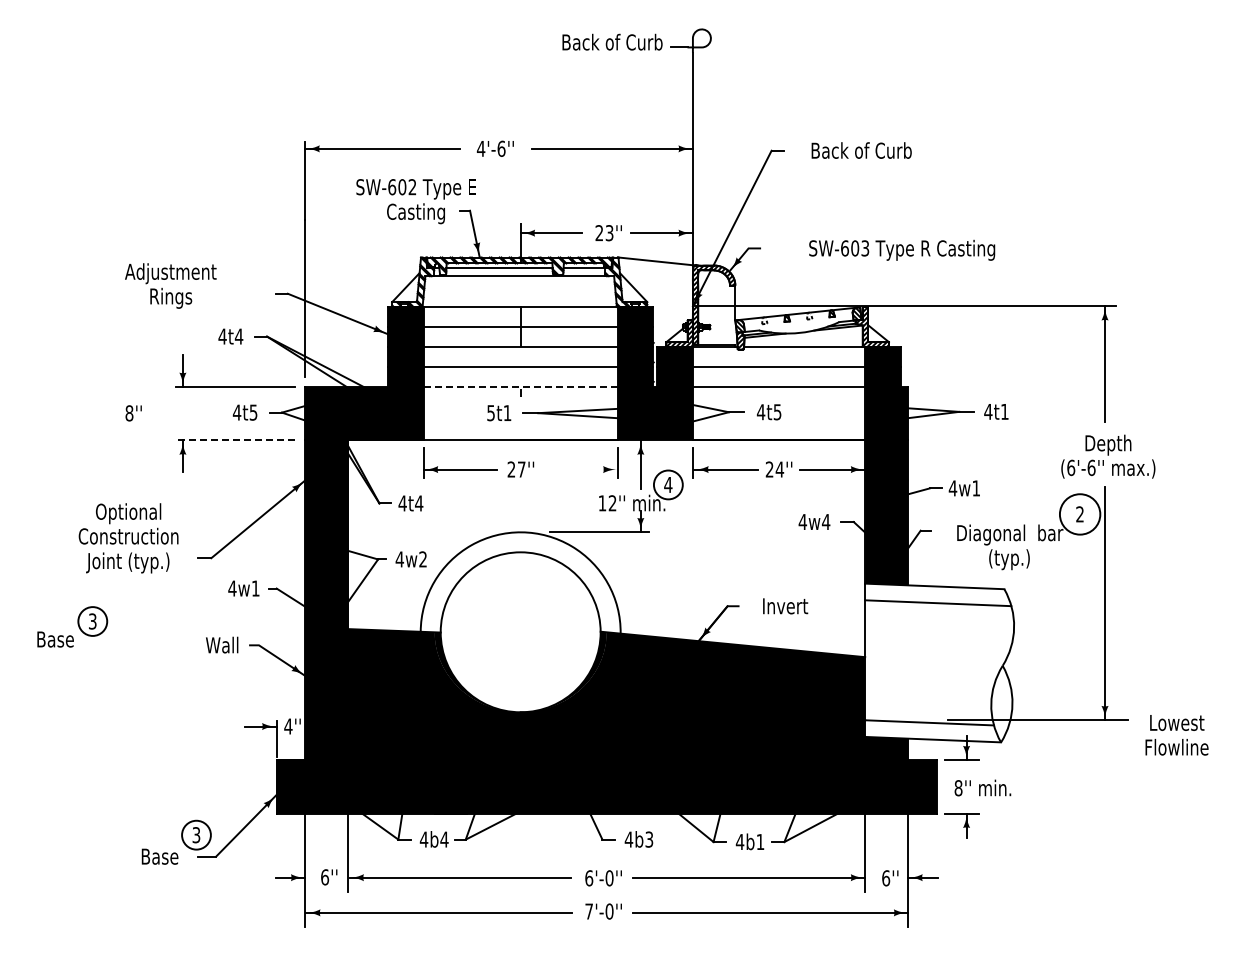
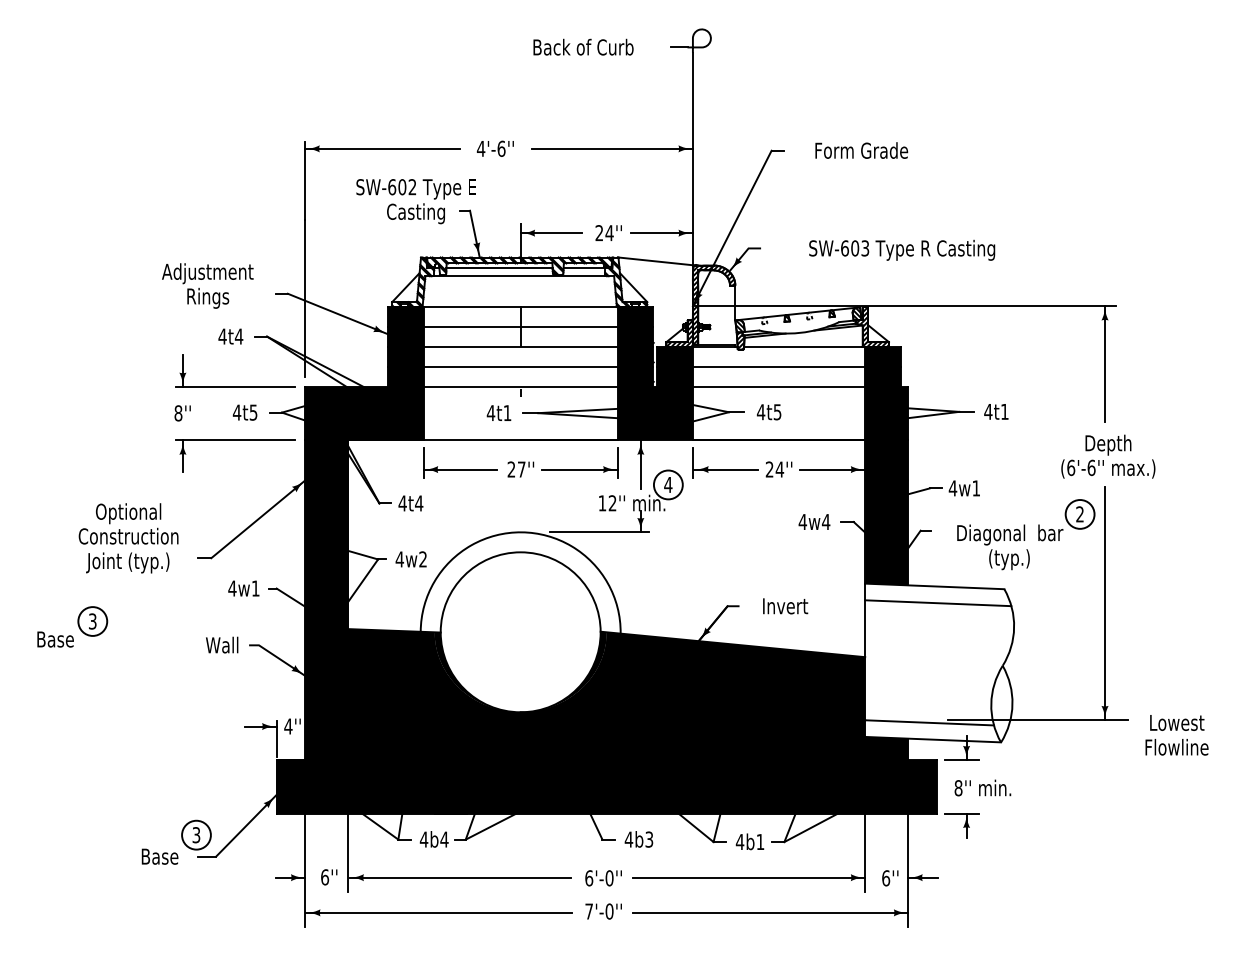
text at (612, 41) position: (612, 41) -> (583, 46)
text at (861, 150): Back of Curb -> Form Grade
text at (609, 233): 23'' -> 24''
text at (170, 285) position: (170, 285) -> (207, 285)
line at (520, 387): dashed -> solid
text at (133, 413) position: (133, 413) -> (182, 413)
text at (490, 413): 5t1 -> 4t1
line at (235, 440): dashed -> solid
line at (579, 469): none -> present
circle at (1079, 514) diameter: 40 px -> 29 px
